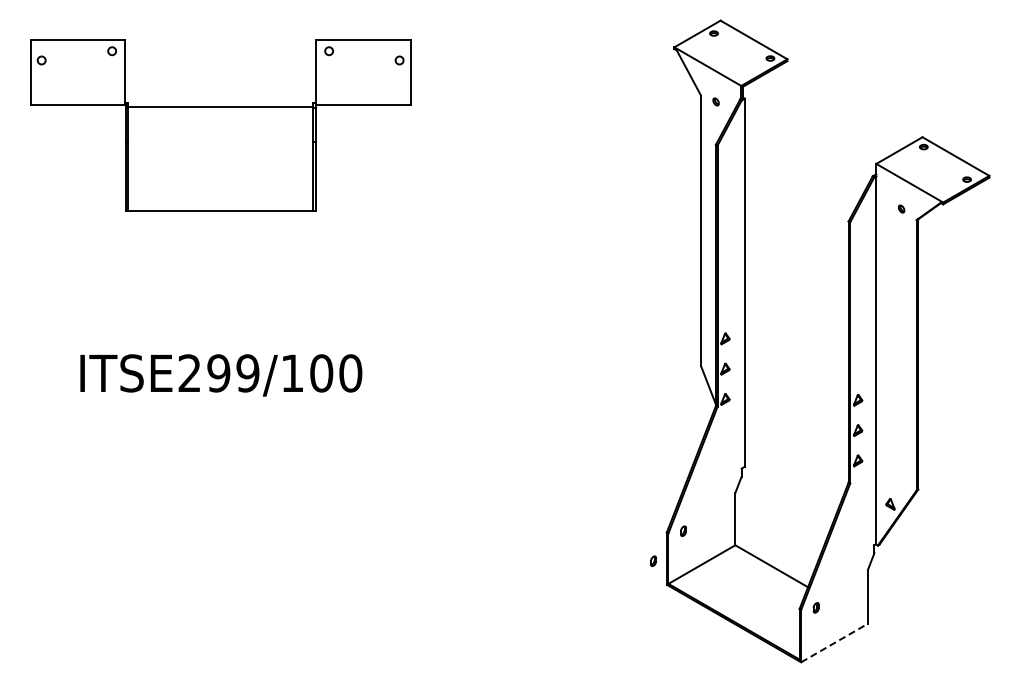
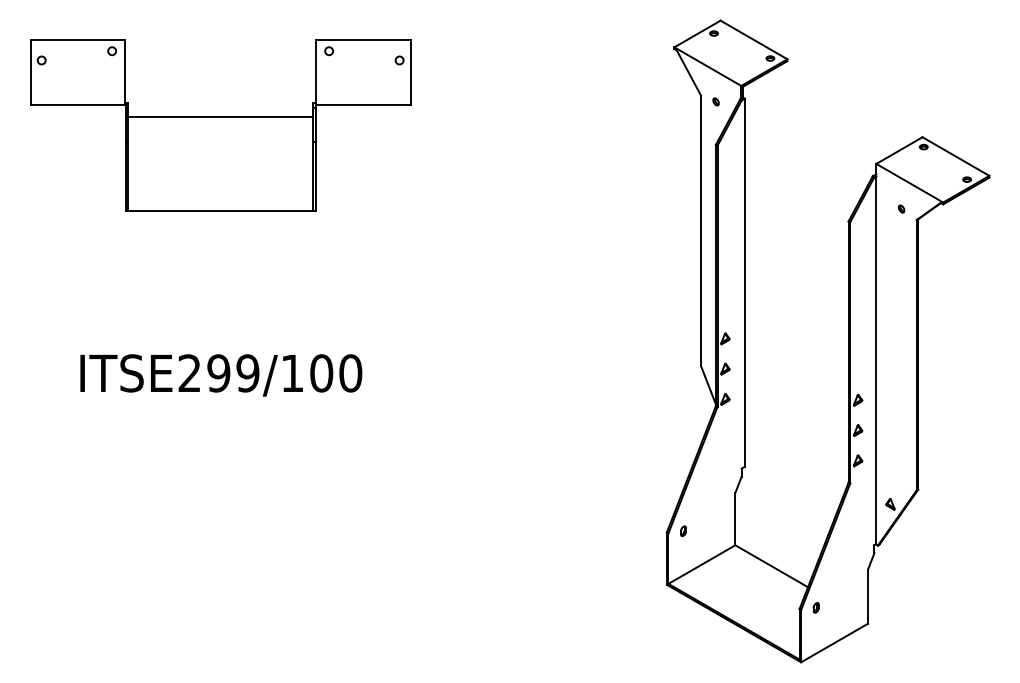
line at (220, 106) position: (220, 106) -> (220, 116)
part at (653, 560): present -> none
line at (834, 643): dashed -> solid
